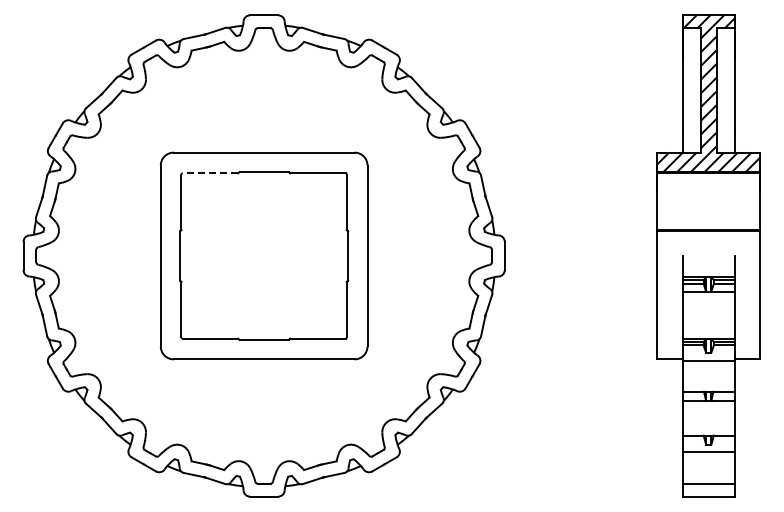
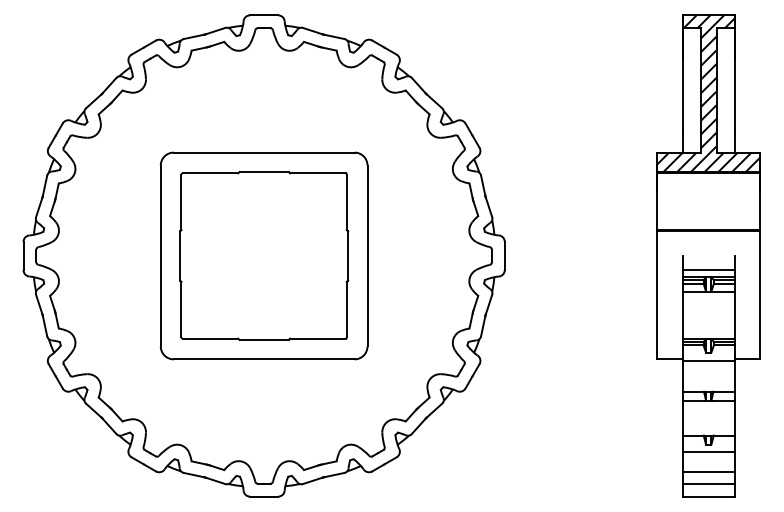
line at (210, 173): dashed -> solid
line at (708, 270): none -> present
line at (708, 472): none -> present
